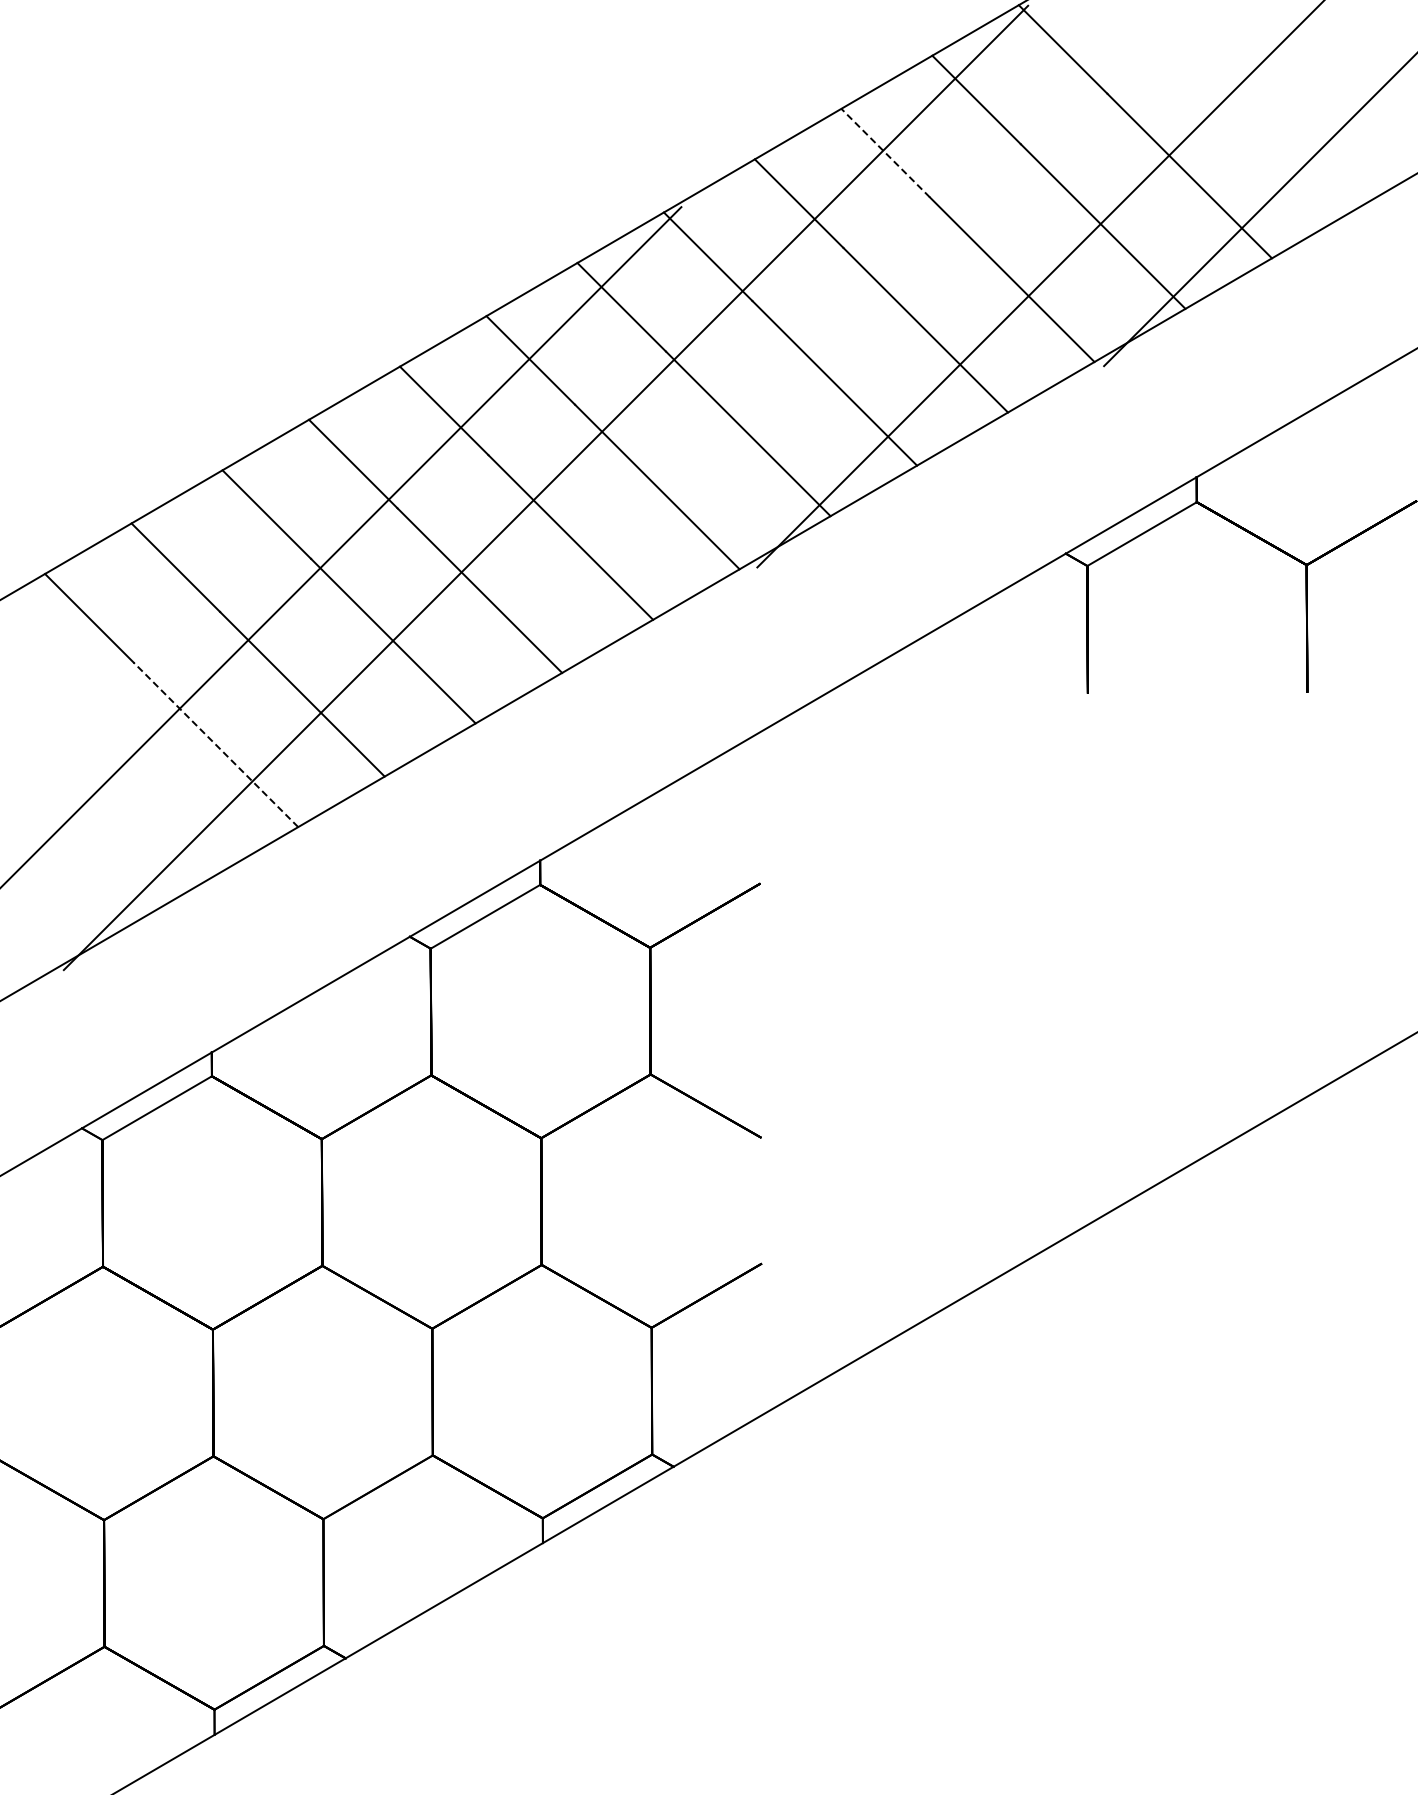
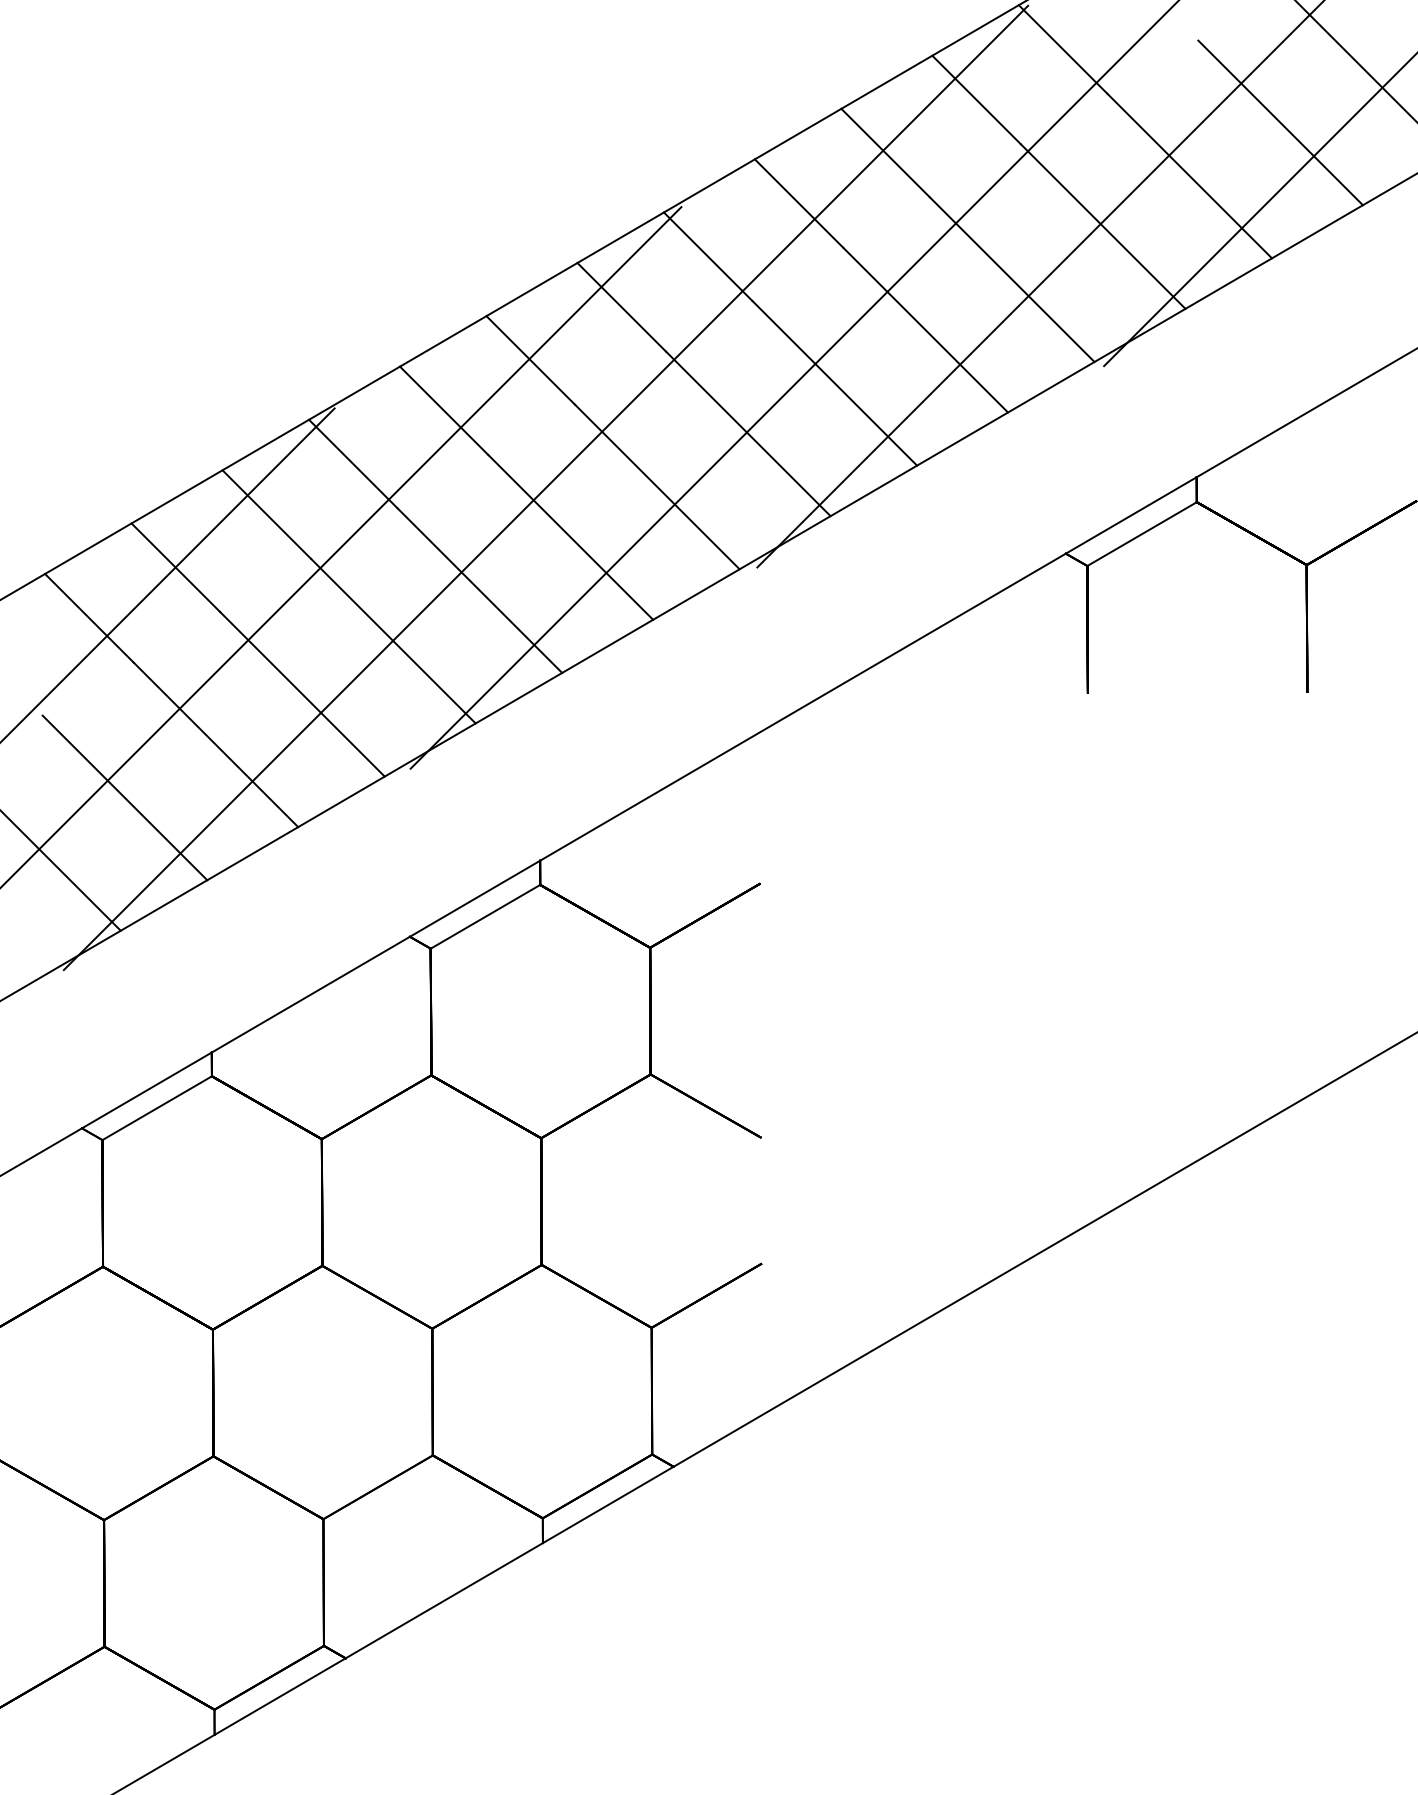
line at (1355, 60): none -> present
line at (1280, 122): none -> present
line at (885, 153): dashed -> solid
line at (793, 385): none -> present
line at (168, 574): none -> present
line at (215, 744): dashed -> solid
line at (124, 797): none -> present
line at (61, 871): none -> present
